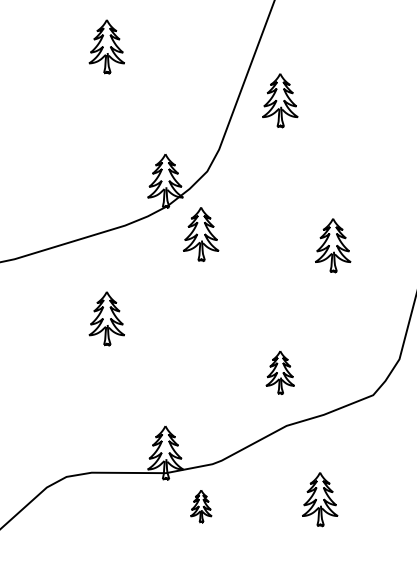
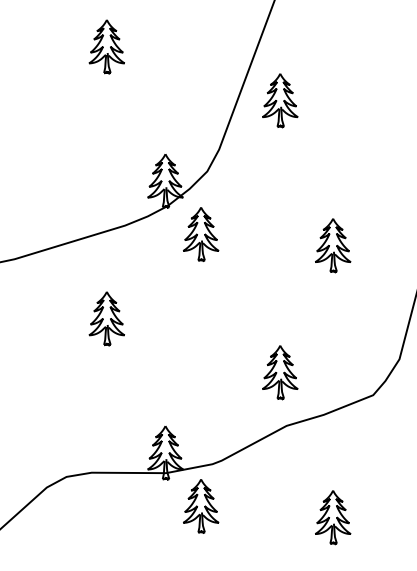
part at (279, 372) size: 30x45 px -> 37x56 px
part at (320, 499) position: (320, 499) -> (333, 517)
part at (201, 506) size: 23x34 px -> 37x55 px
